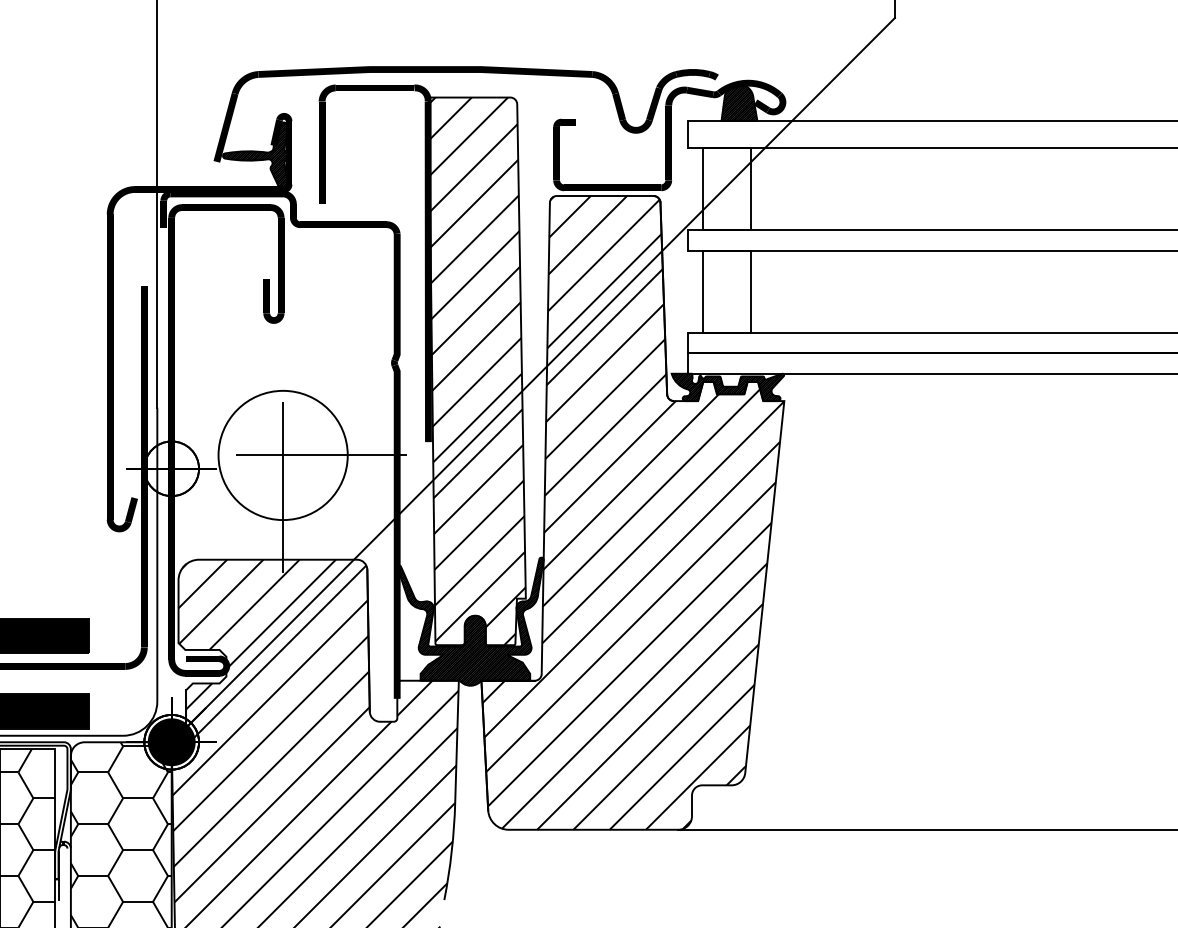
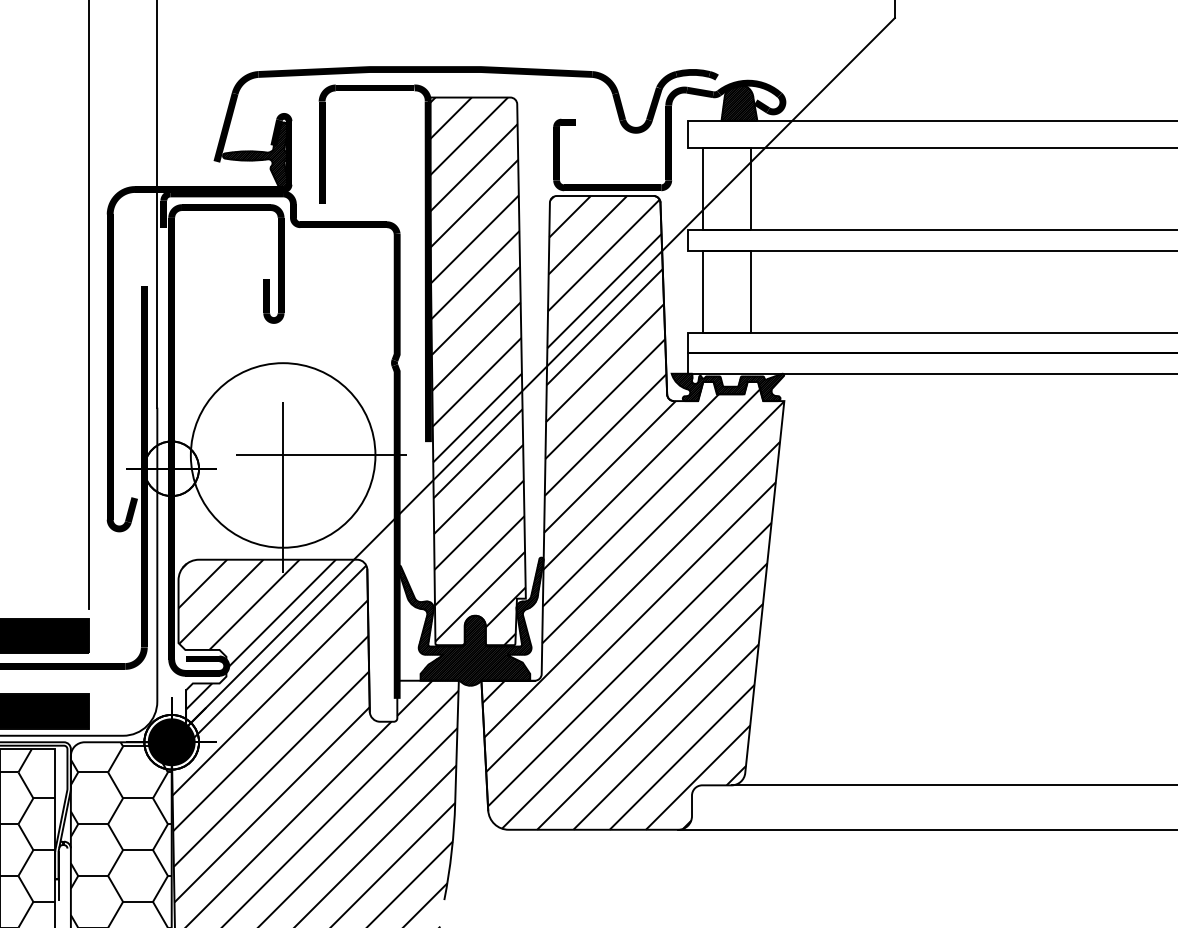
line at (88, 305): none -> present
circle at (282, 455) diameter: 129 px -> 185 px
line at (952, 785): none -> present
